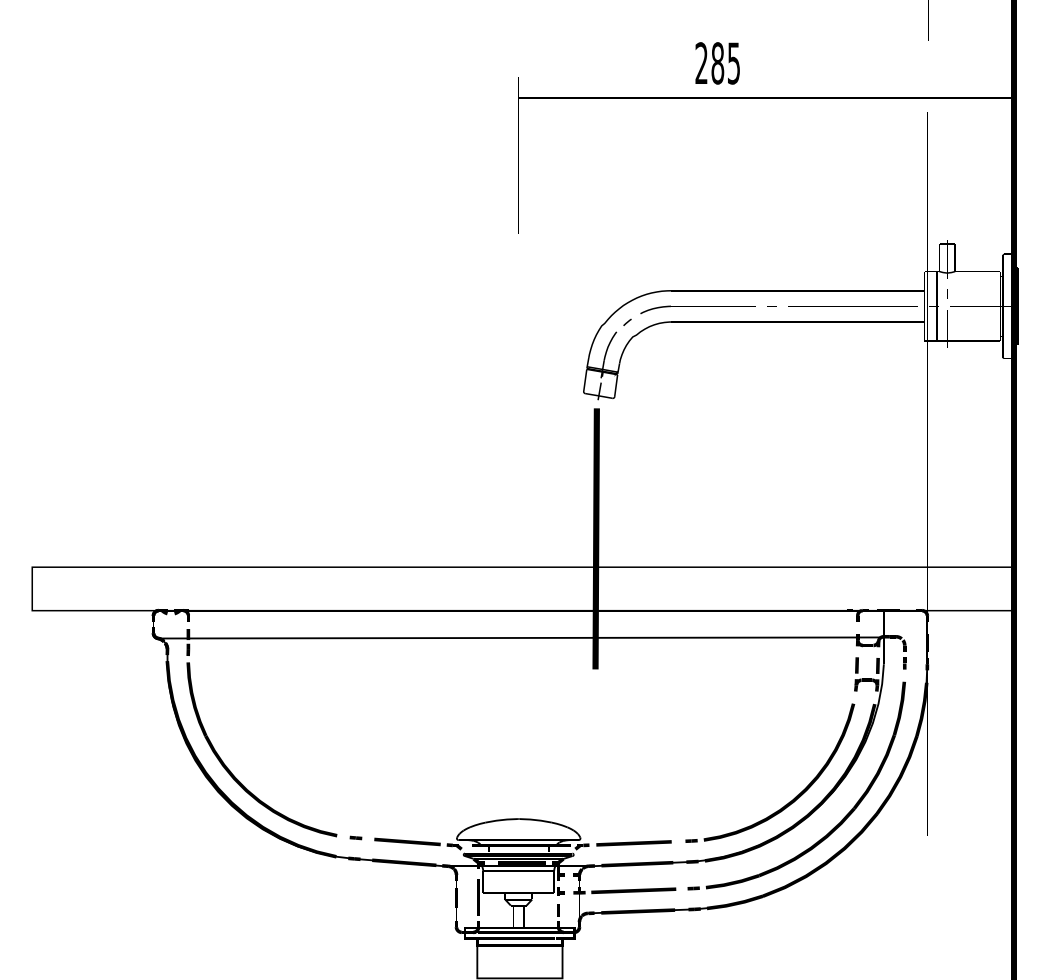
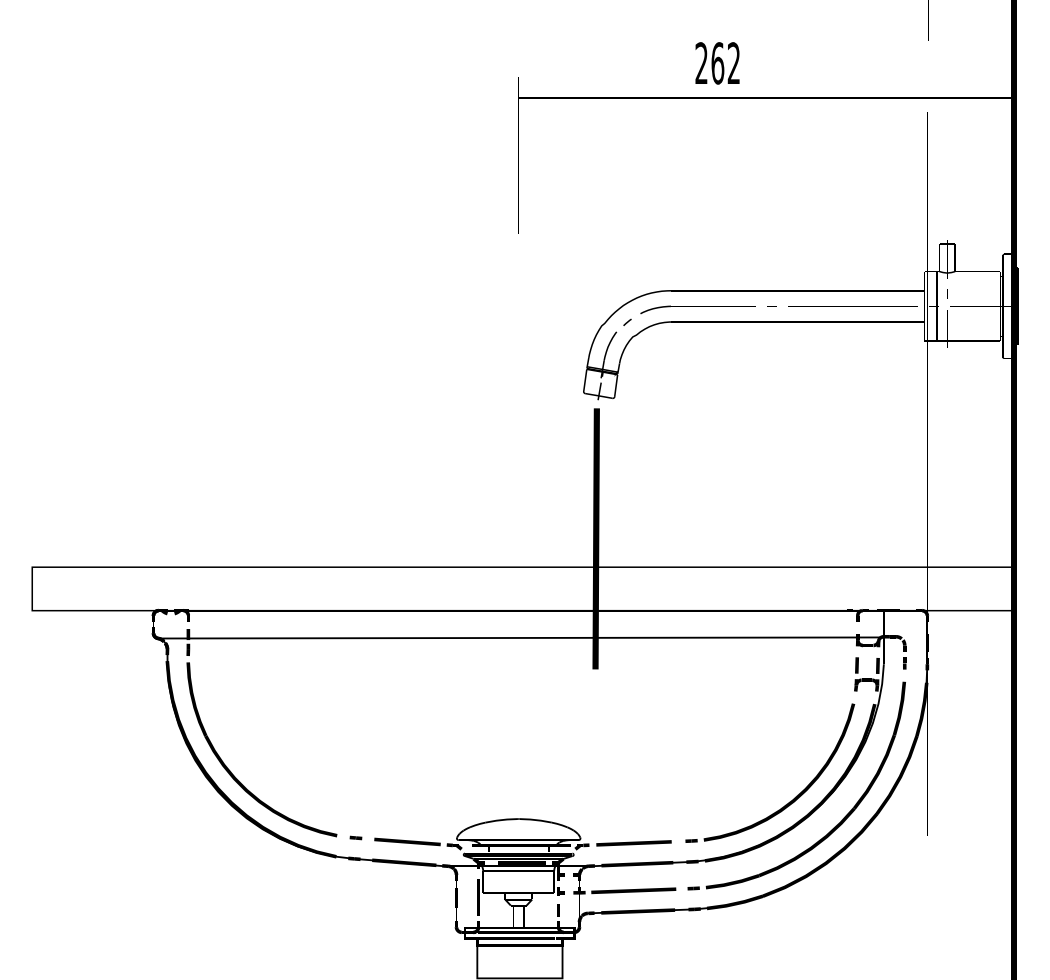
text at (725, 63): 285 -> 262
